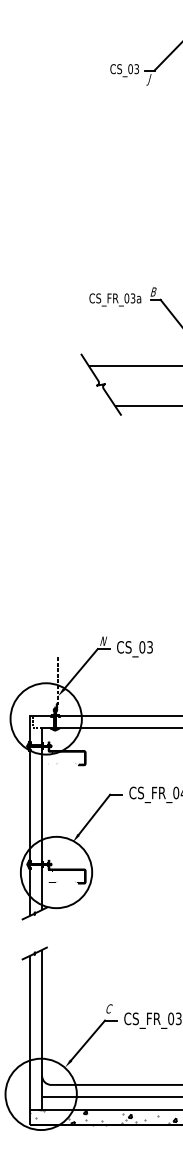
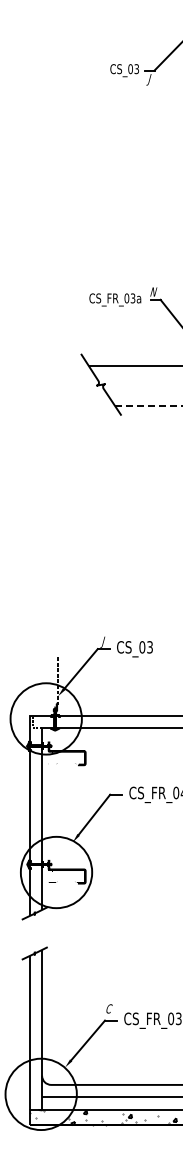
text at (153, 291): B -> N
line at (149, 406): solid -> dashed
text at (103, 641): N -> J
